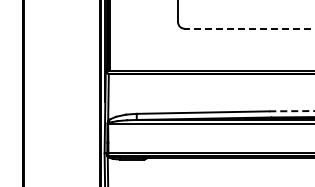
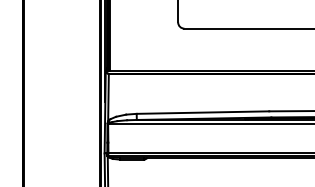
line at (249, 28): dashed -> solid
line at (292, 111): dashed -> solid
